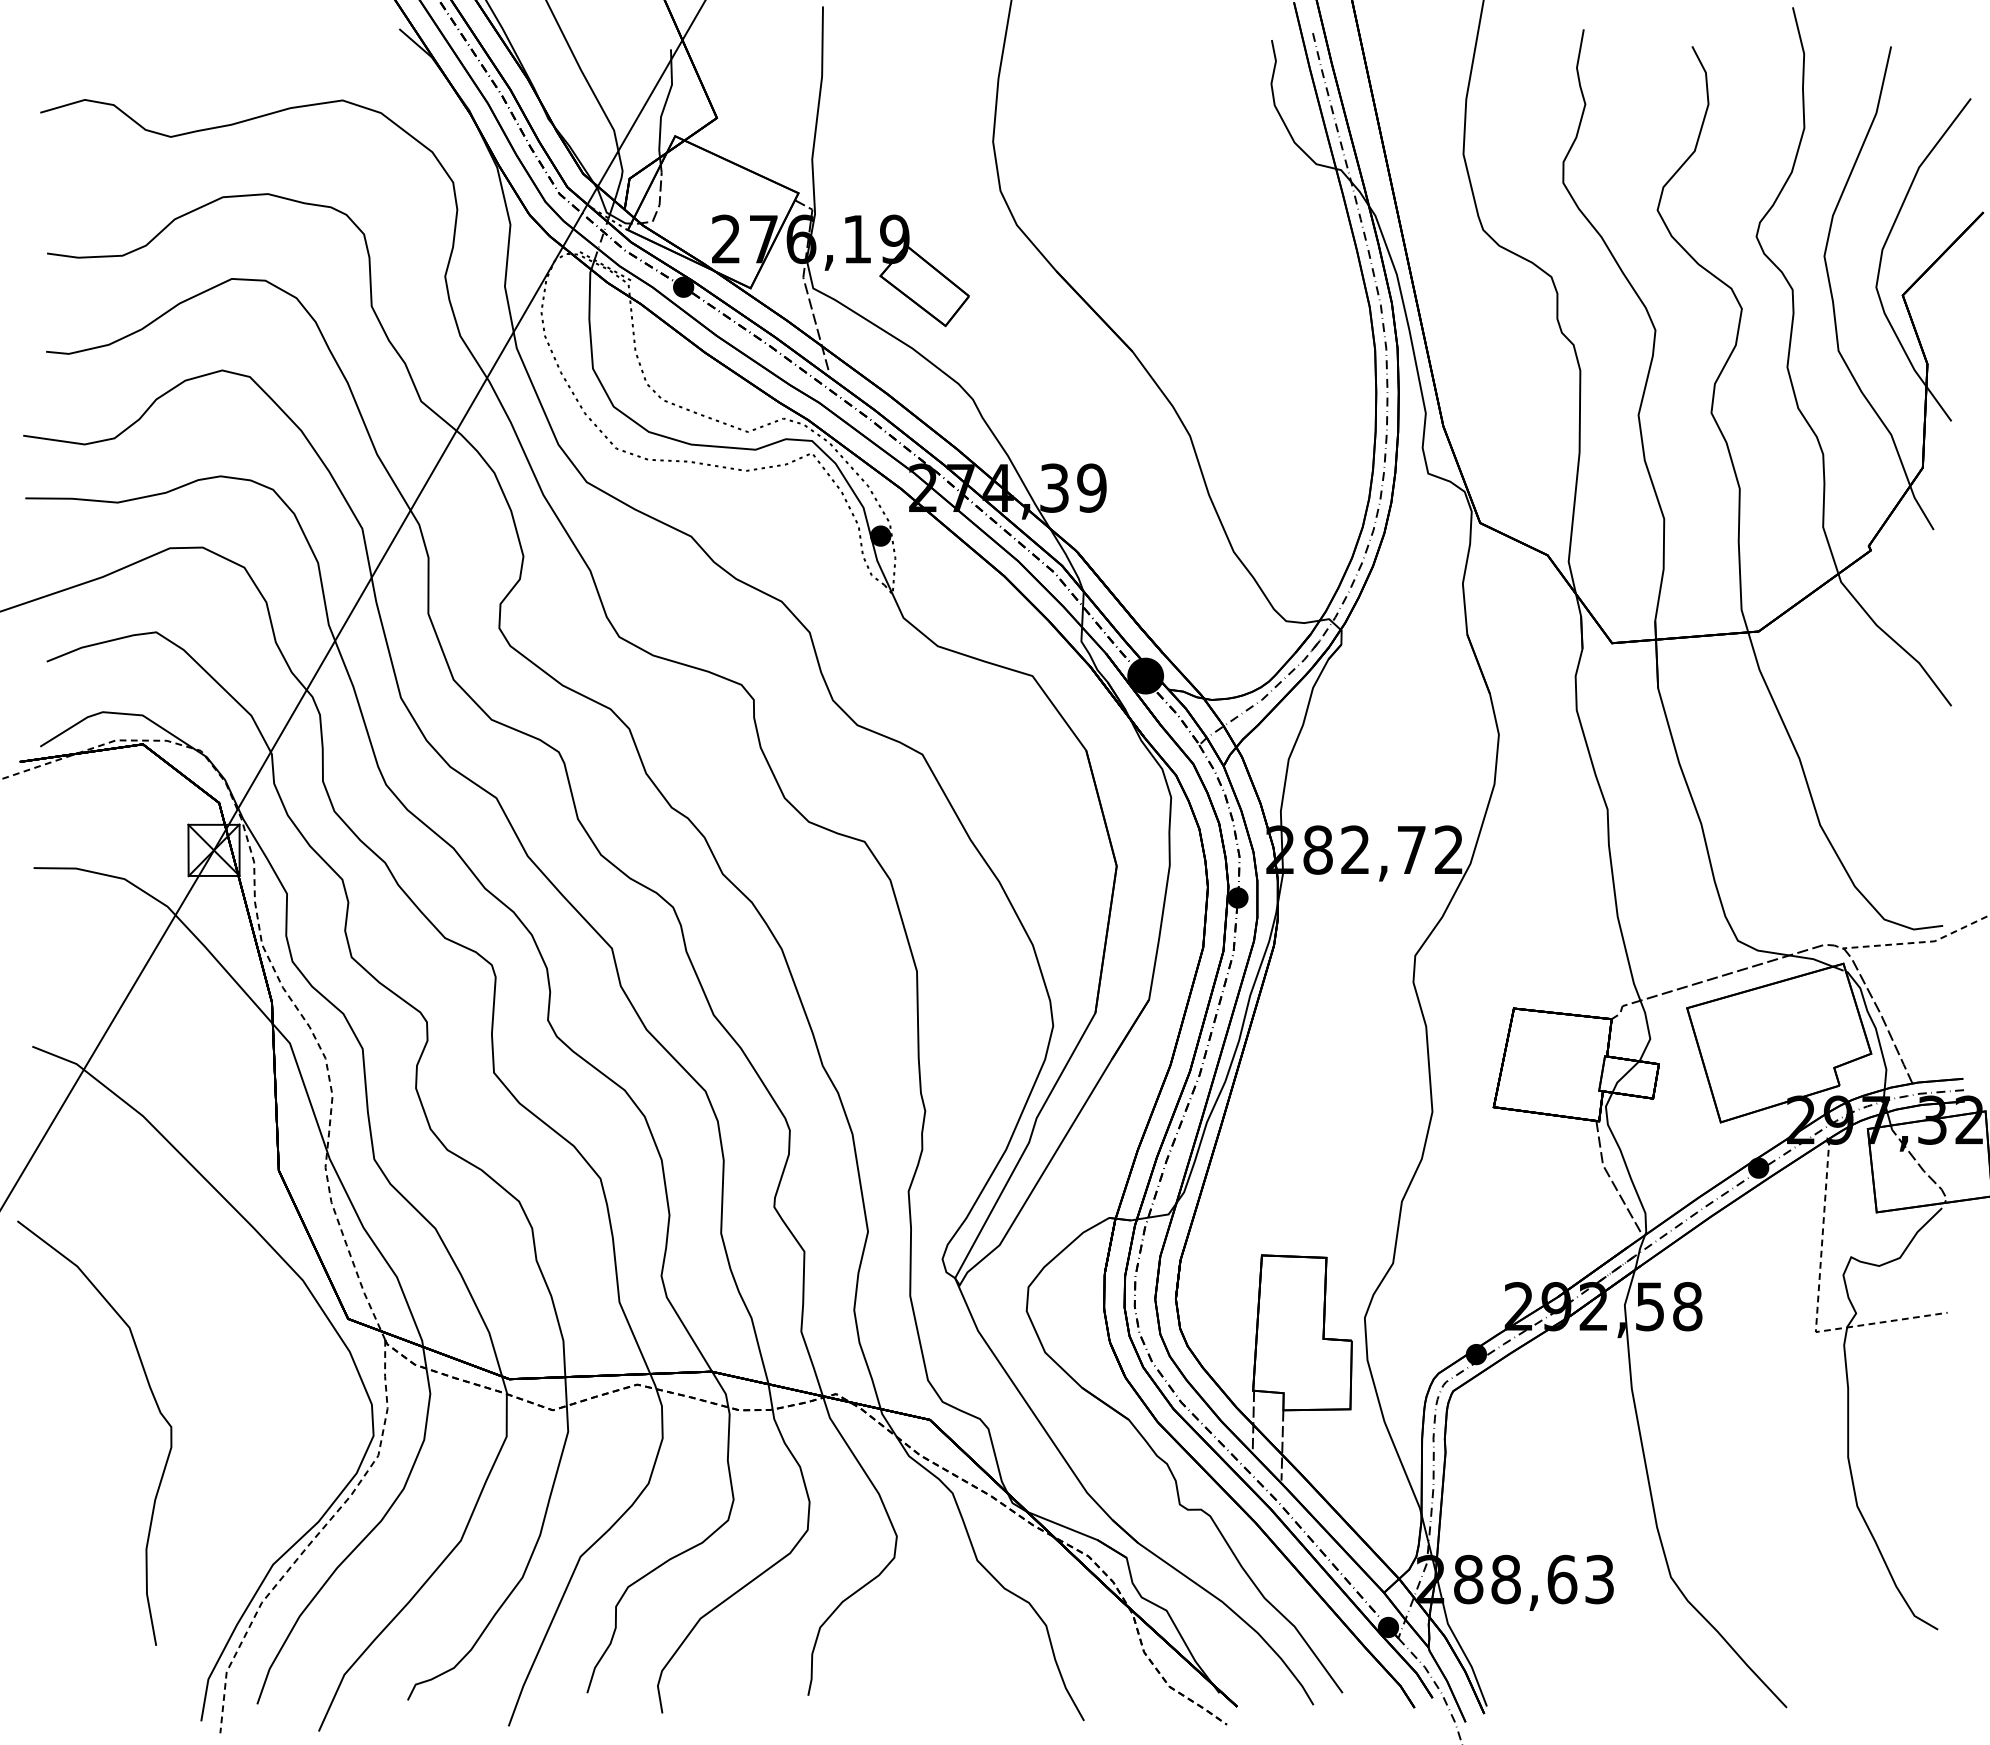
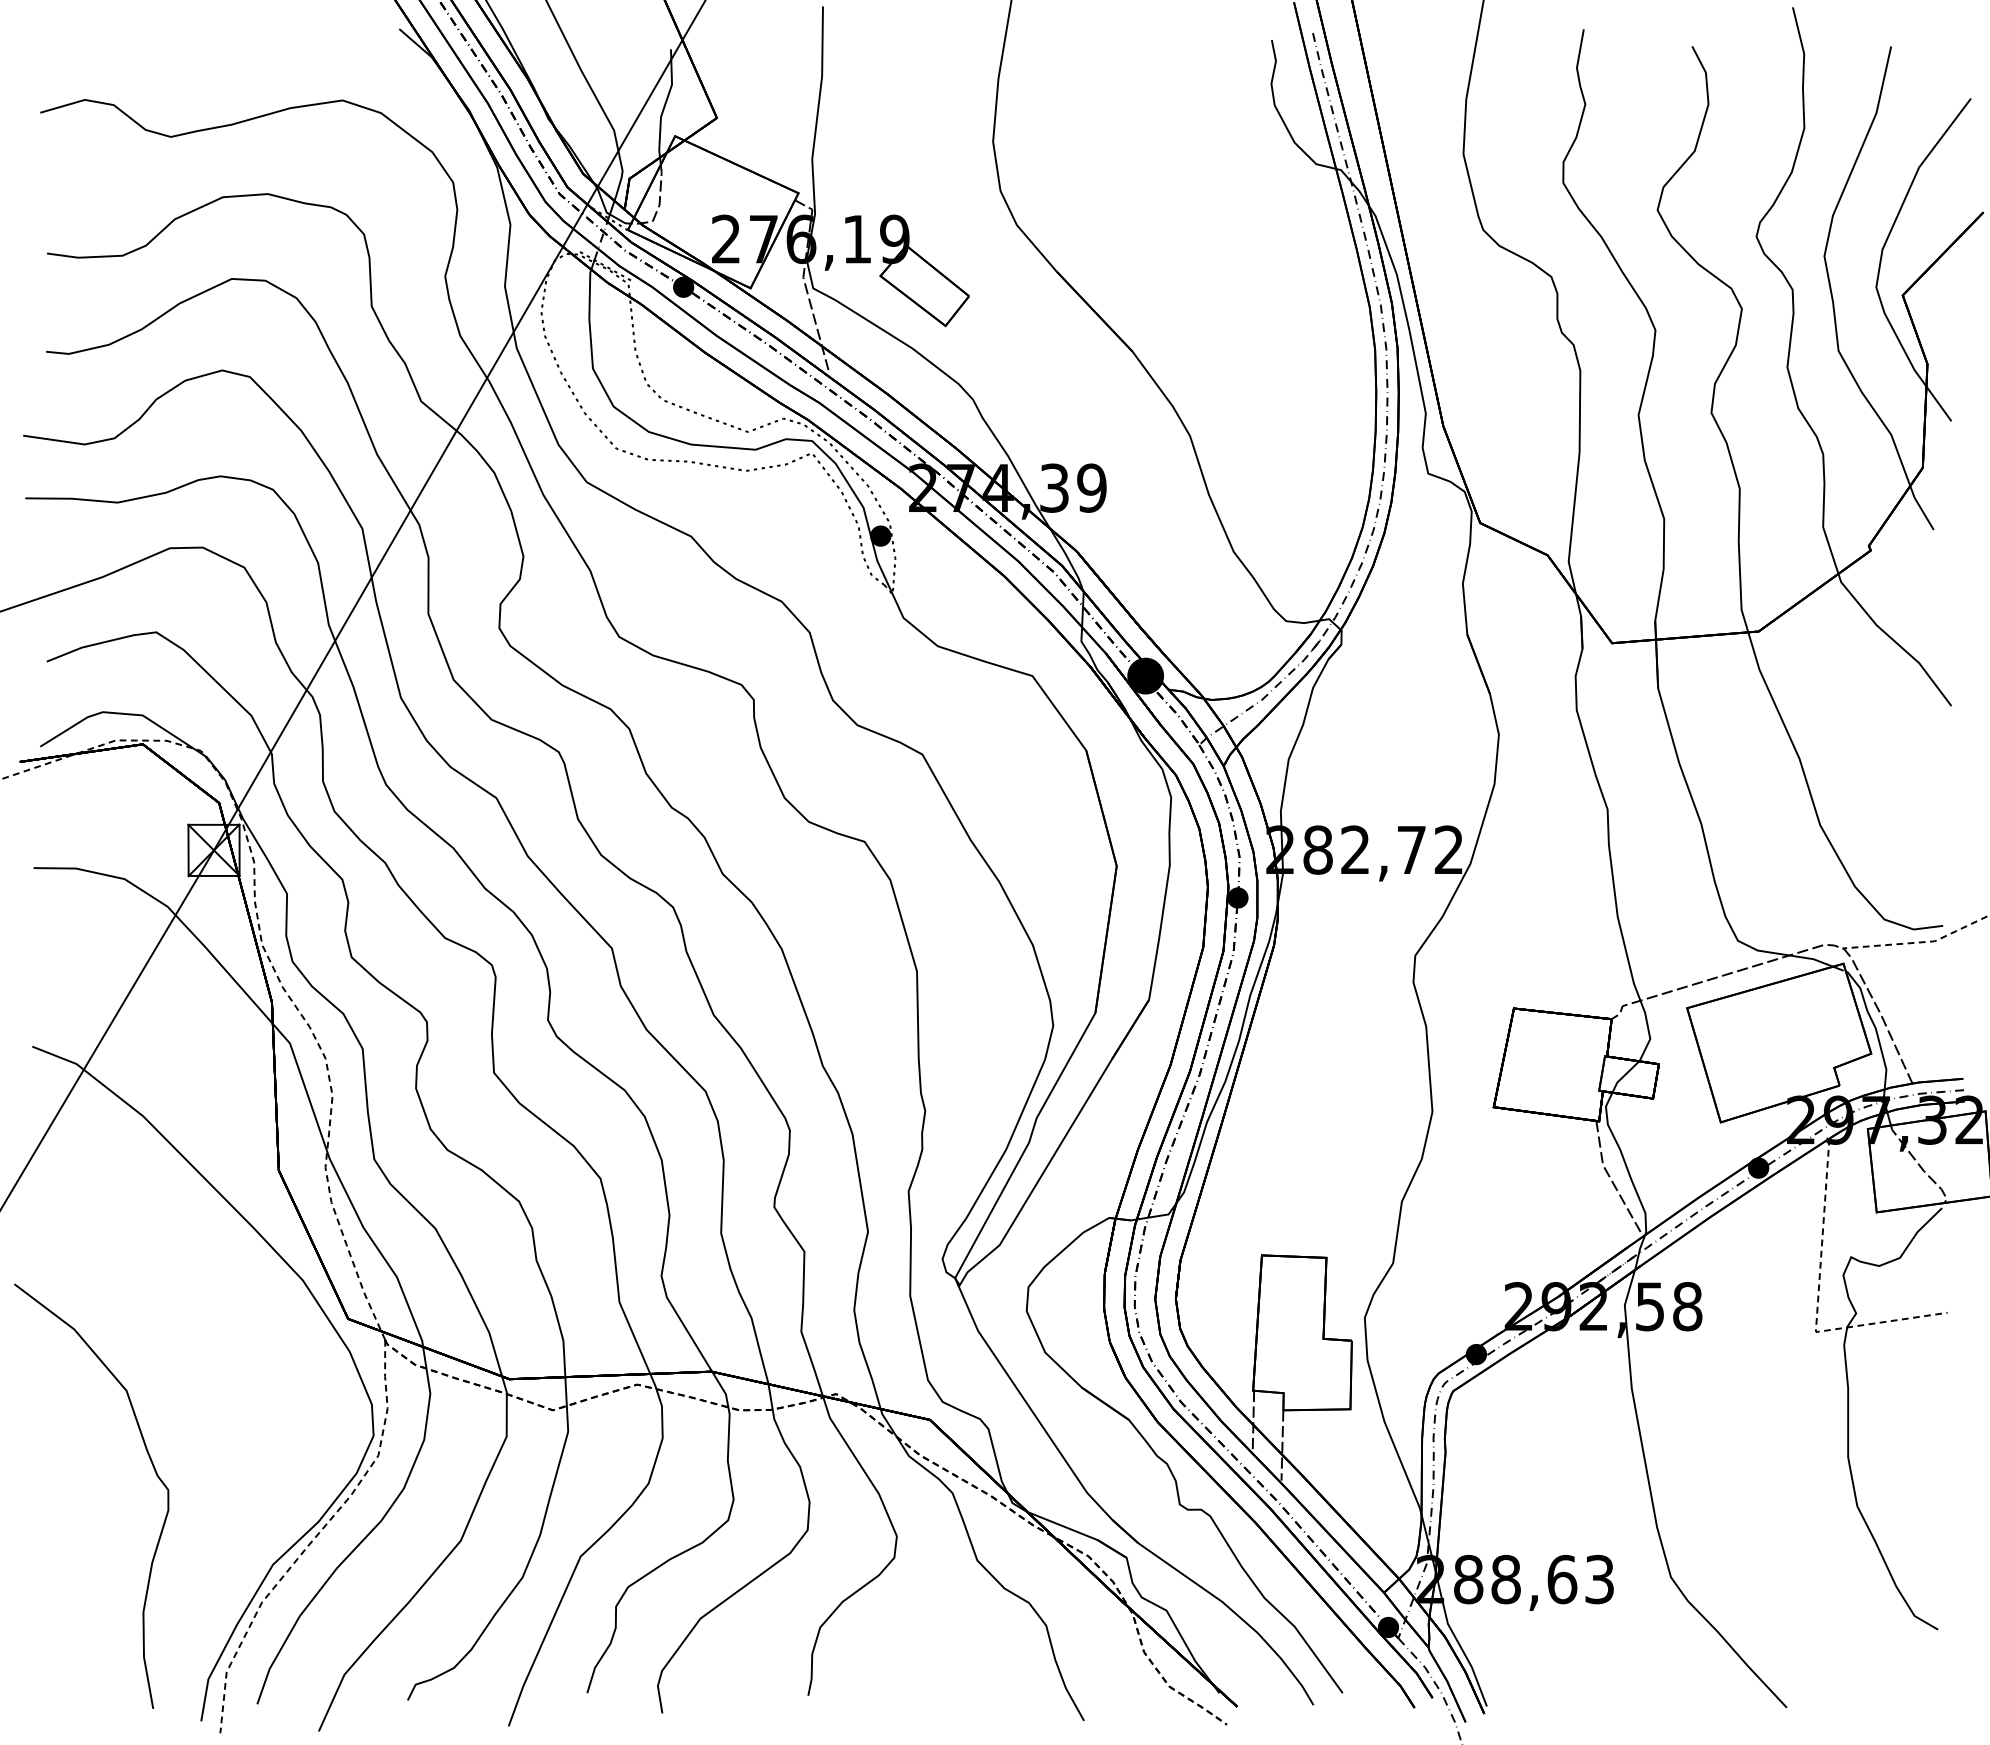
curve at (157, 1408) position: (157, 1408) -> (154, 1471)
